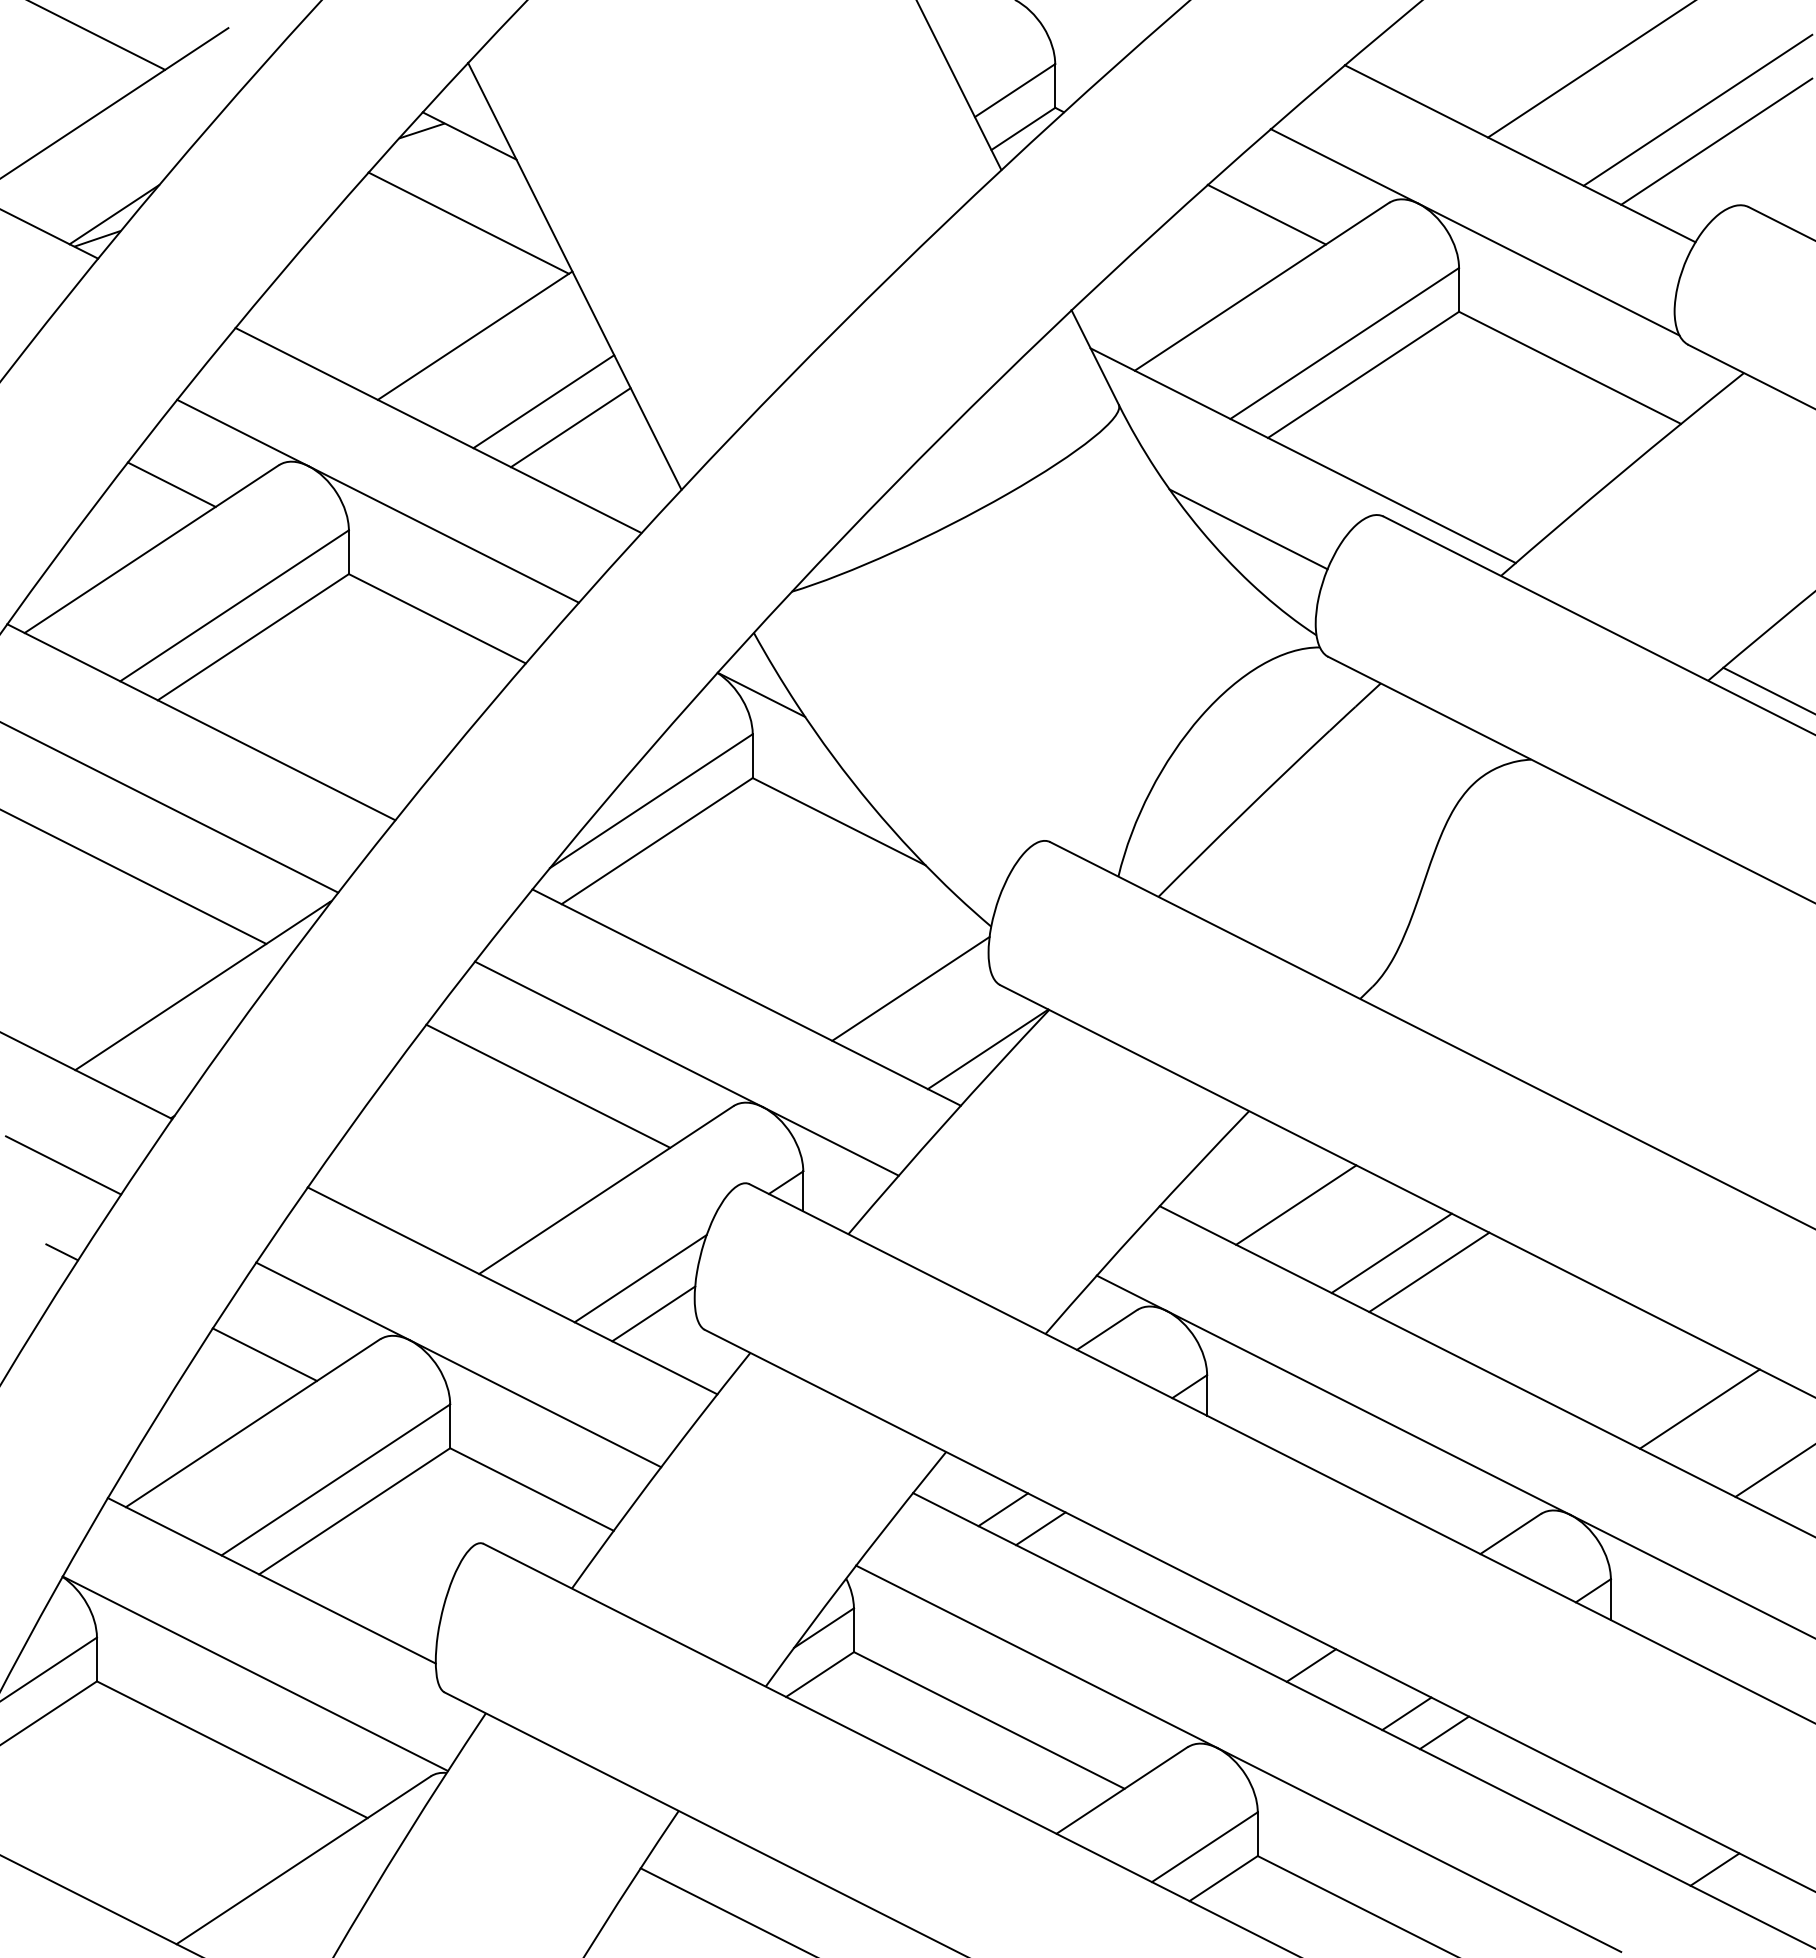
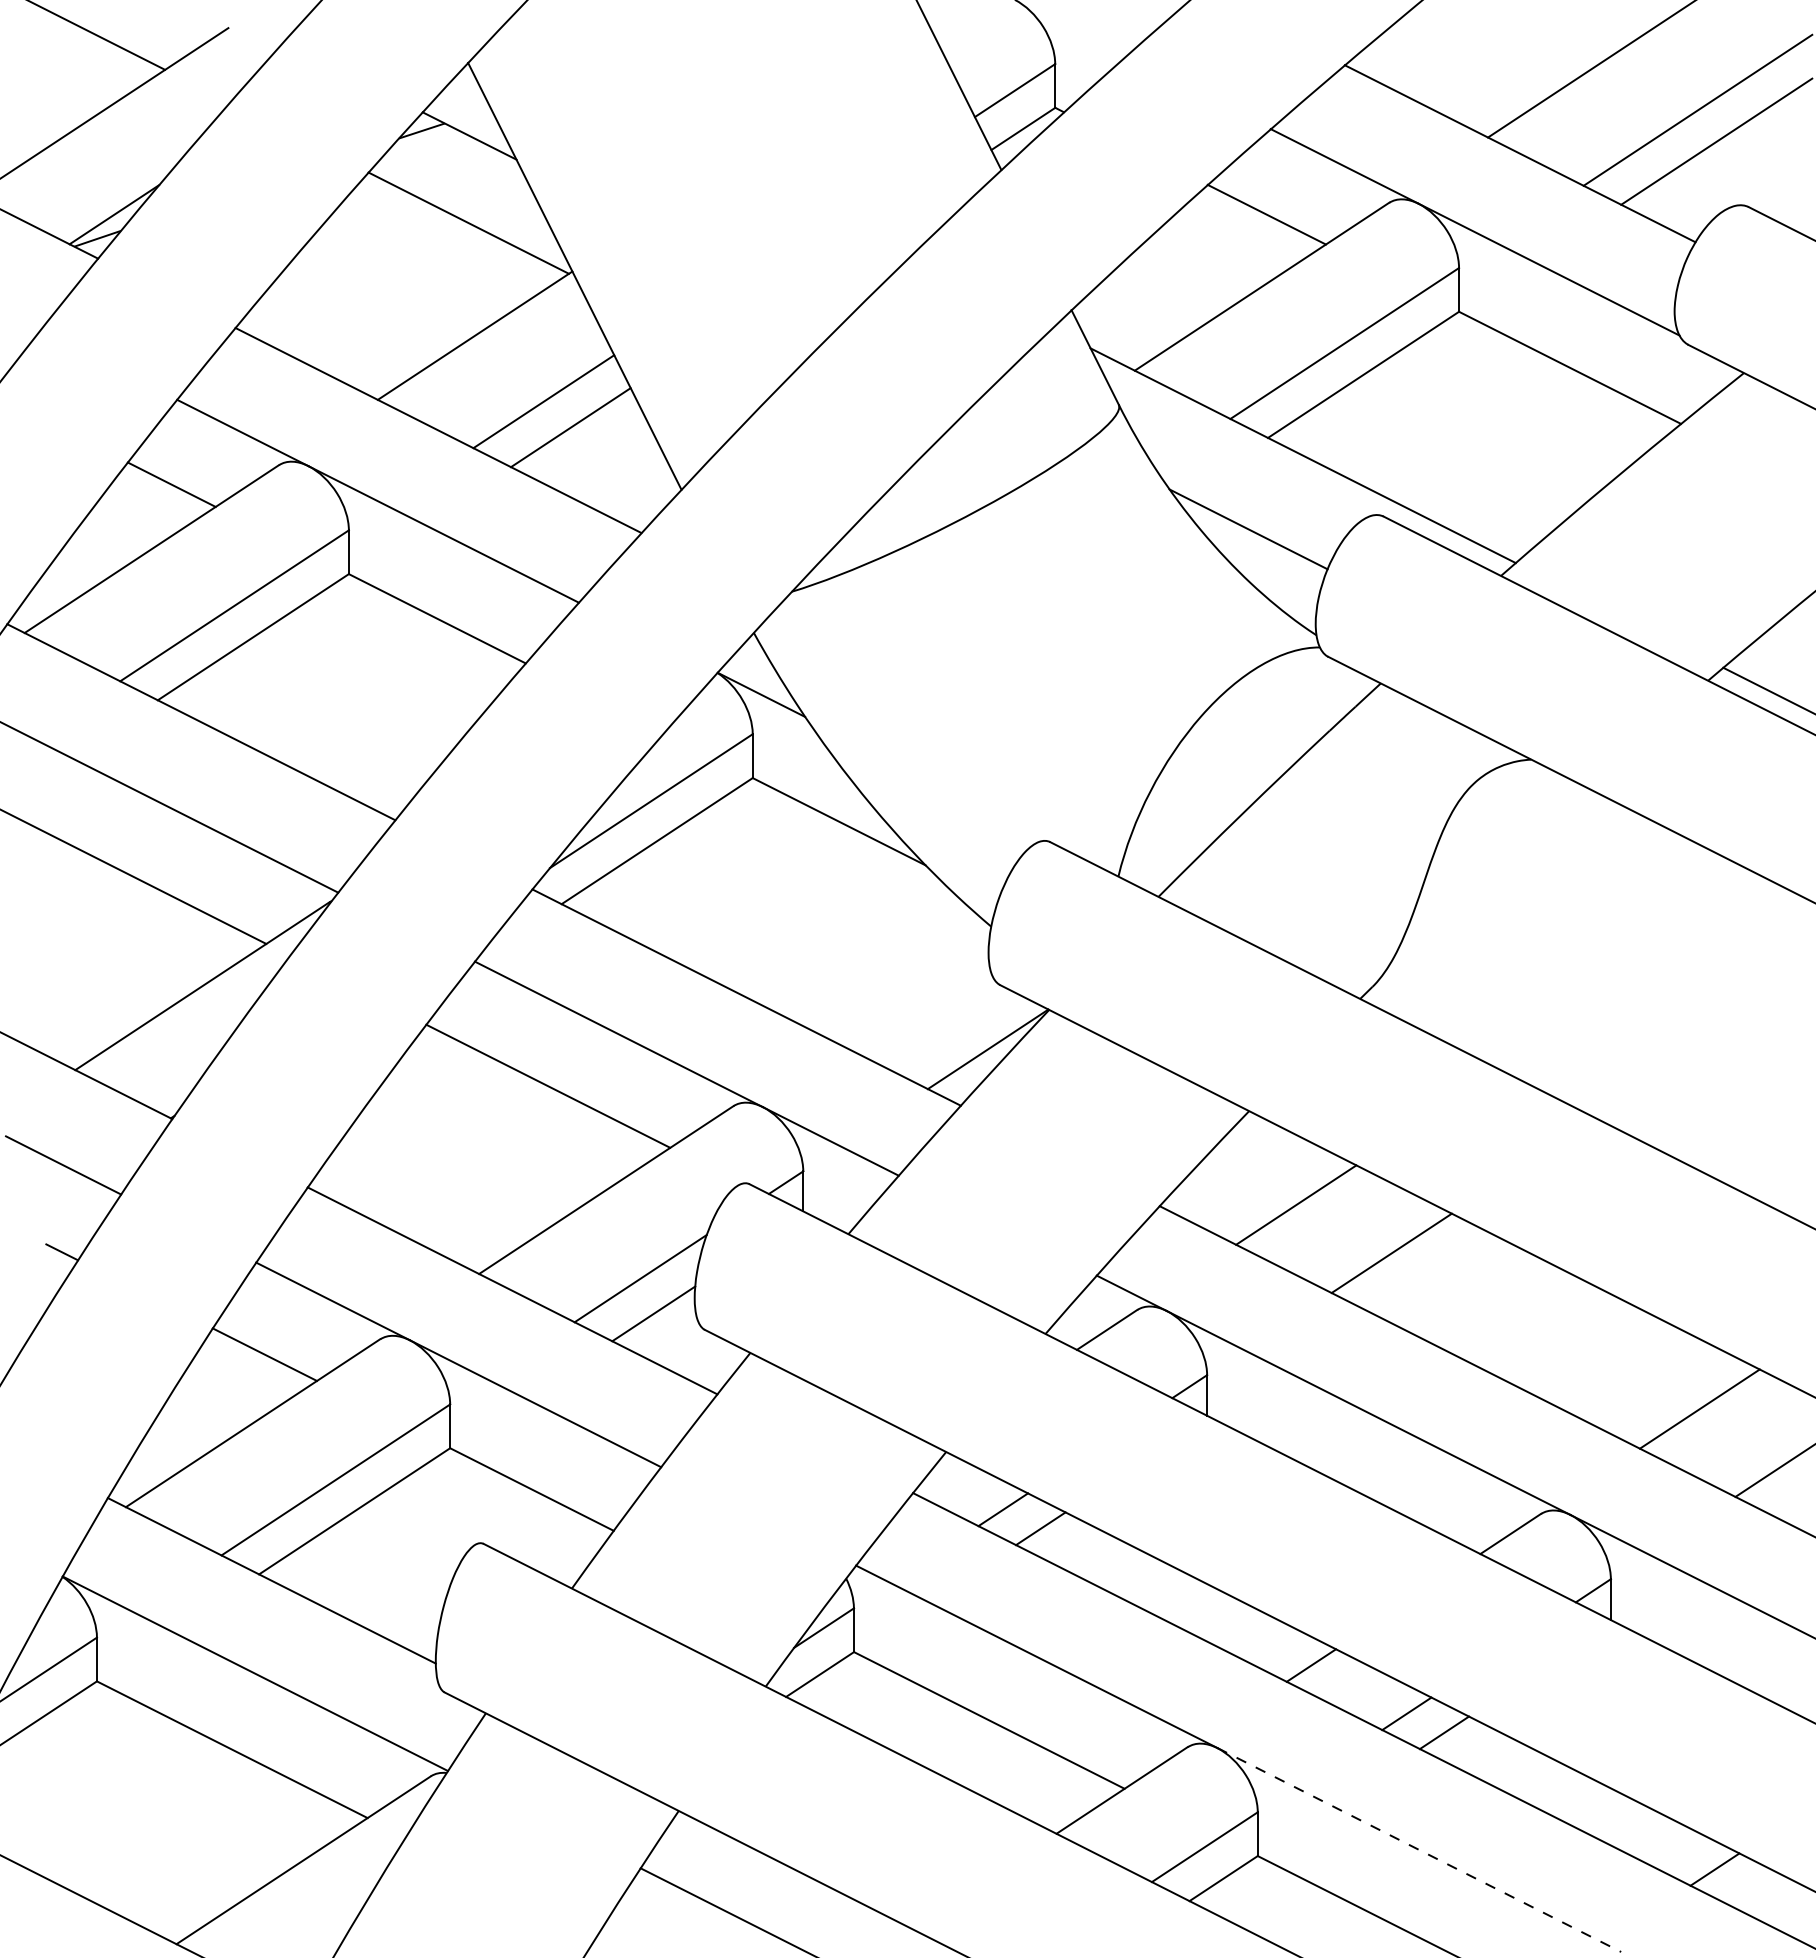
line at (910, 988): present -> none
line at (1429, 1271): present -> none
line at (1419, 1850): solid -> dashed
